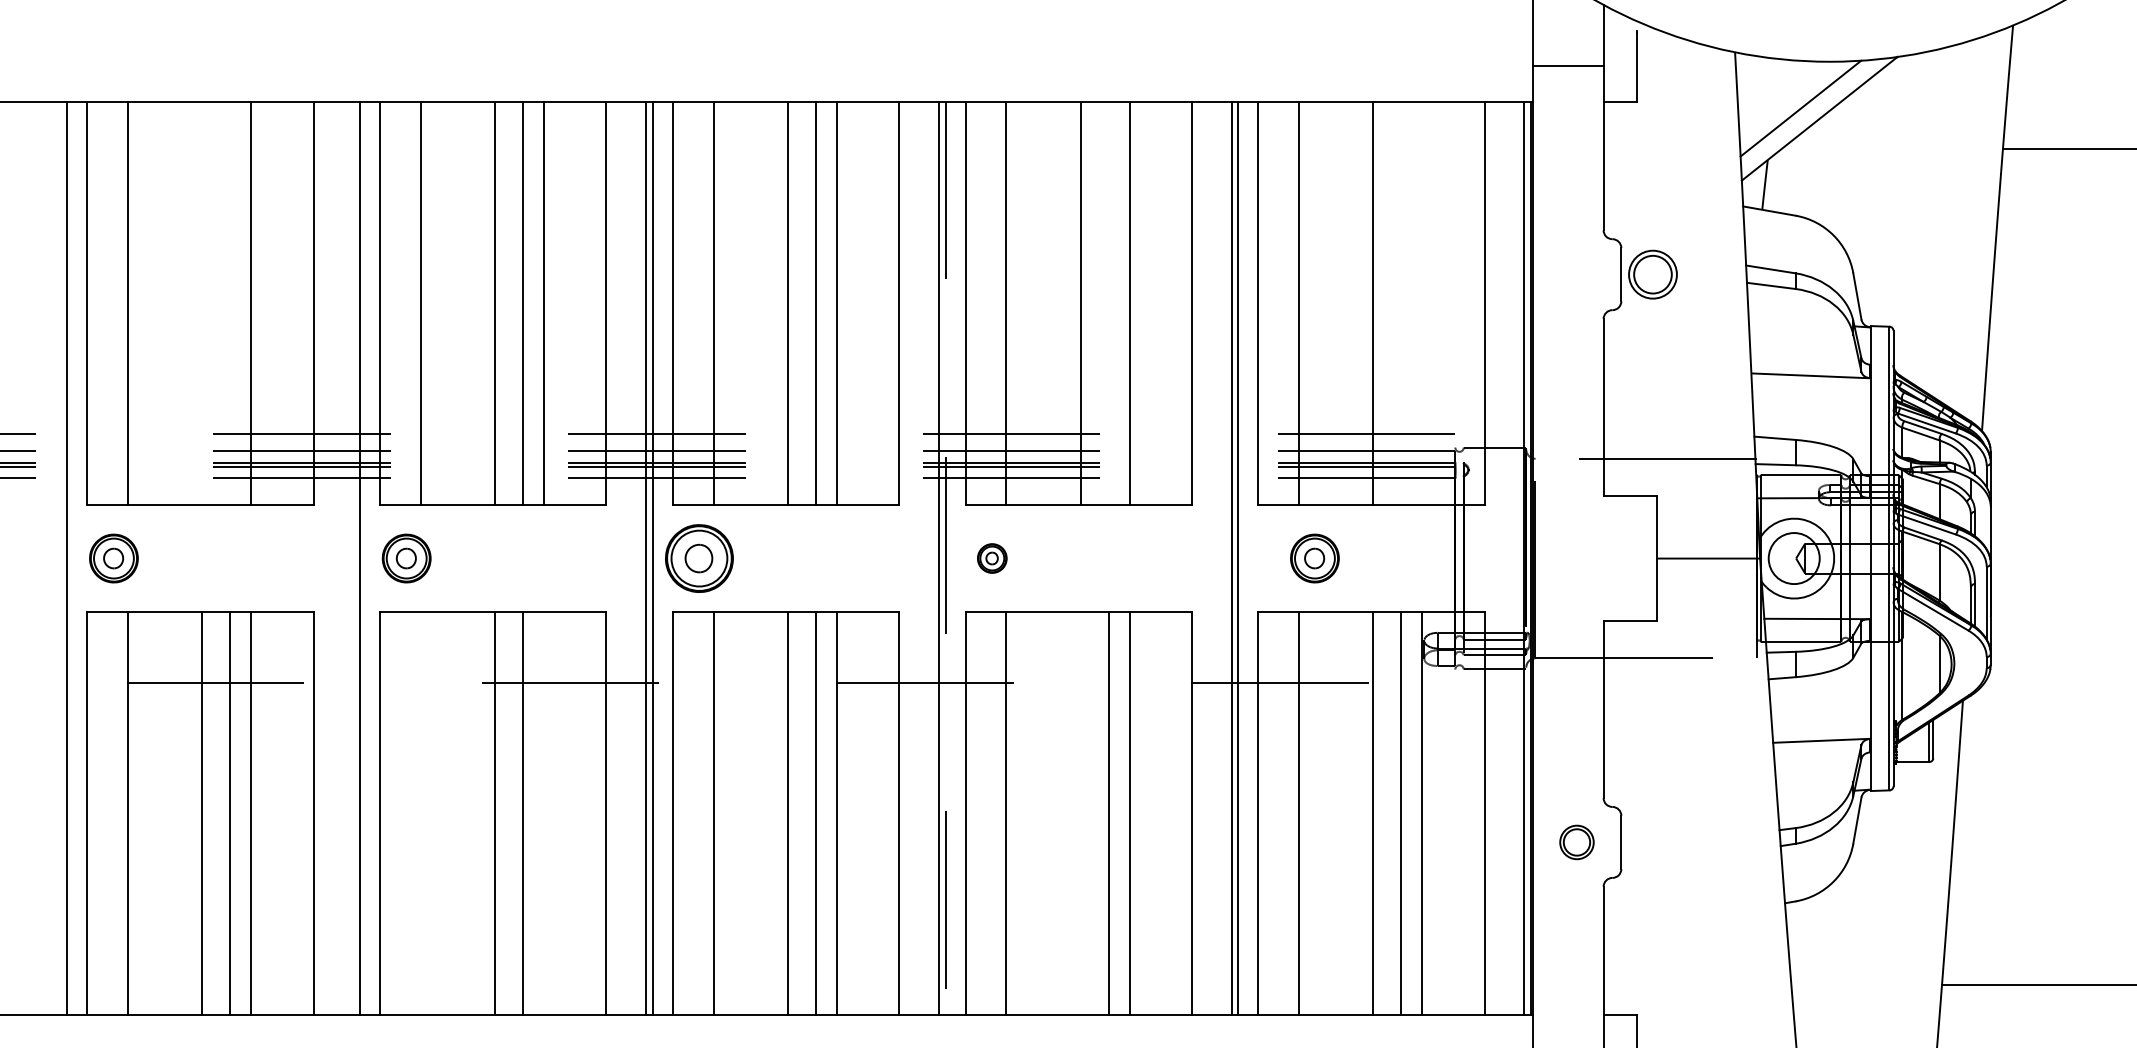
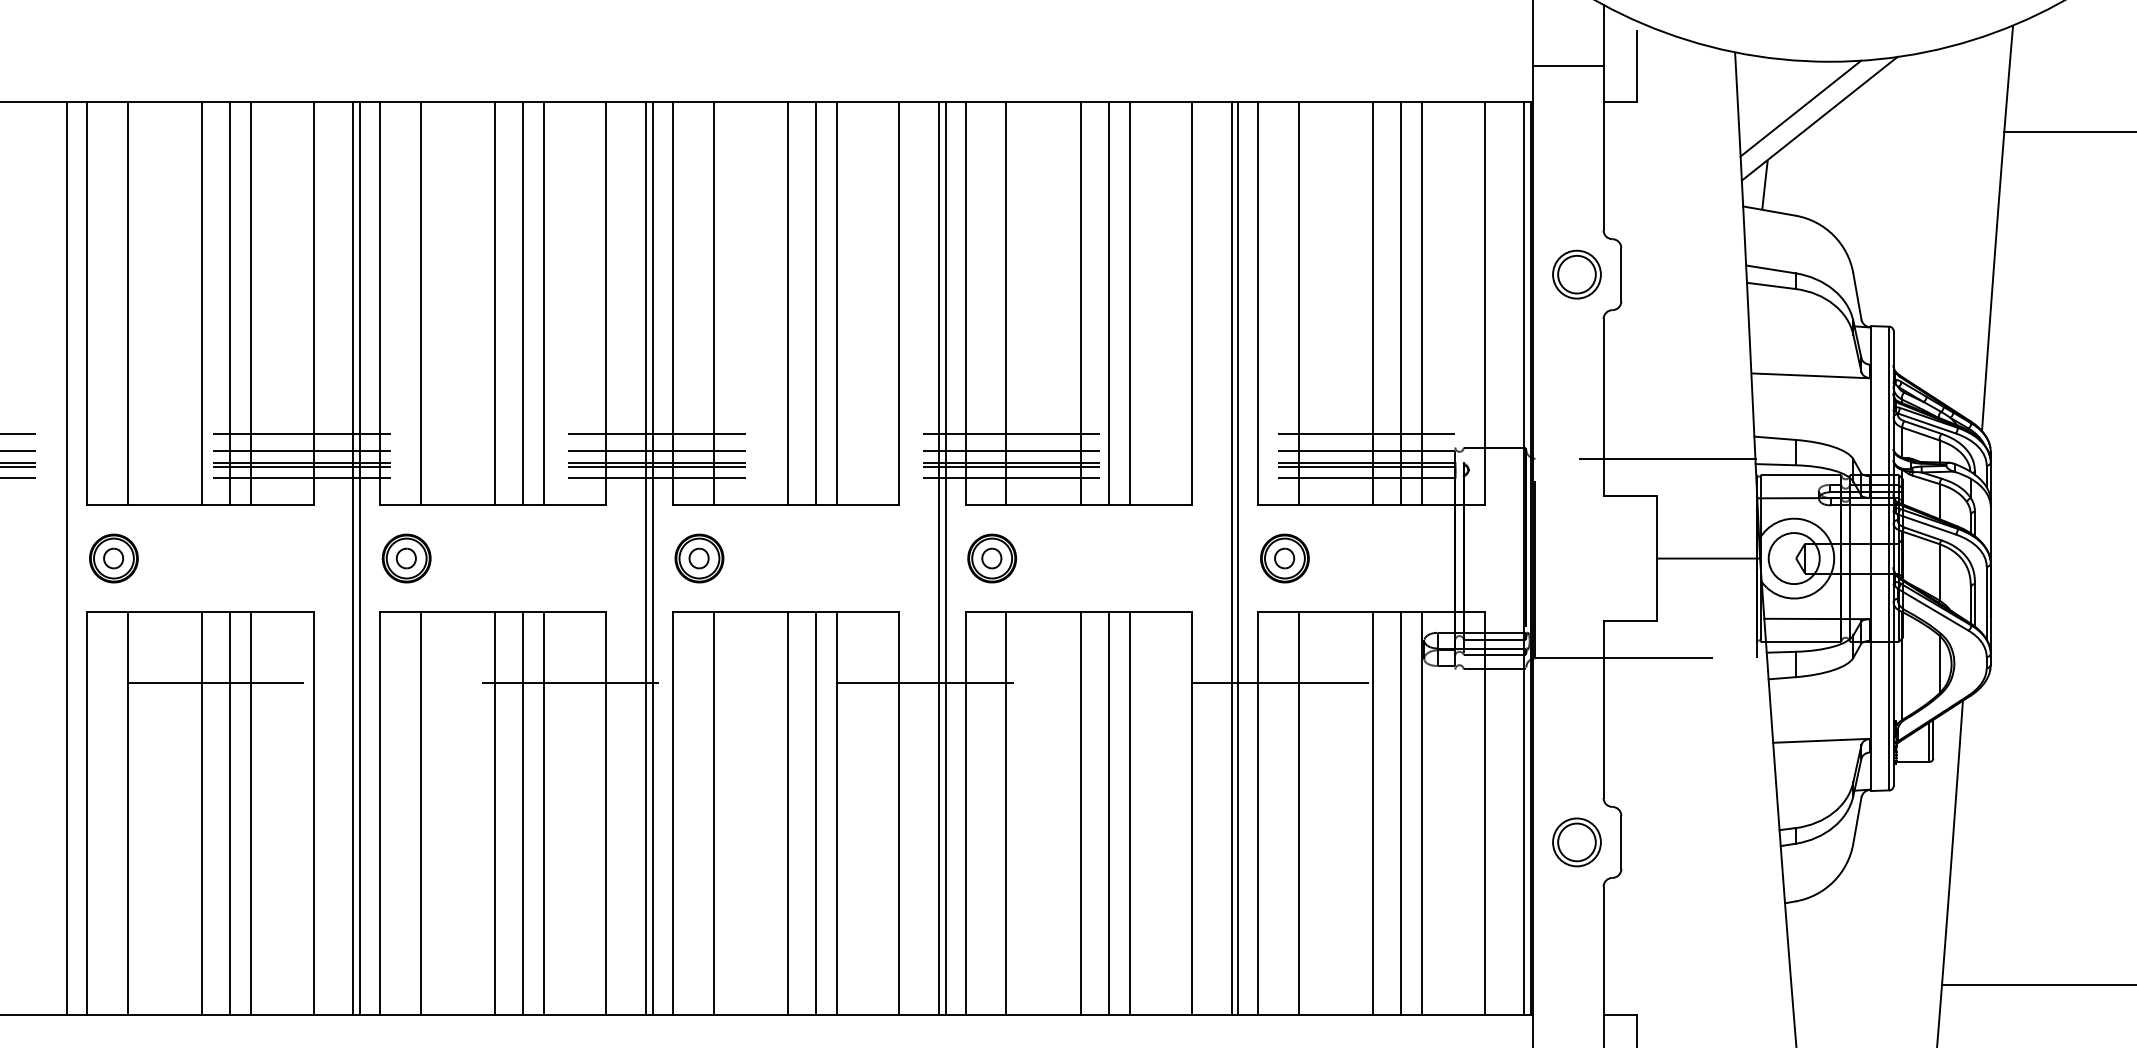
line at (2068, 149) position: (2068, 149) -> (2068, 132)
part at (1652, 274) position: (1652, 274) -> (1576, 274)
line at (202, 303): none -> present
line at (230, 303): none -> present
line at (1108, 303): none -> present
line at (1401, 303): none -> present
line at (1422, 303): none -> present
line at (353, 558): none -> present
part at (699, 558) size: 69x69 px -> 51x51 px
line at (945, 558): dashed -> solid
part at (992, 558) size: 31x31 px -> 51x51 px
part at (1314, 558) position: (1314, 558) -> (1284, 558)
line at (420, 813): none -> present
line at (544, 813): none -> present
line at (1080, 813): none -> present
part at (1576, 842) size: 36x37 px -> 50x51 px
